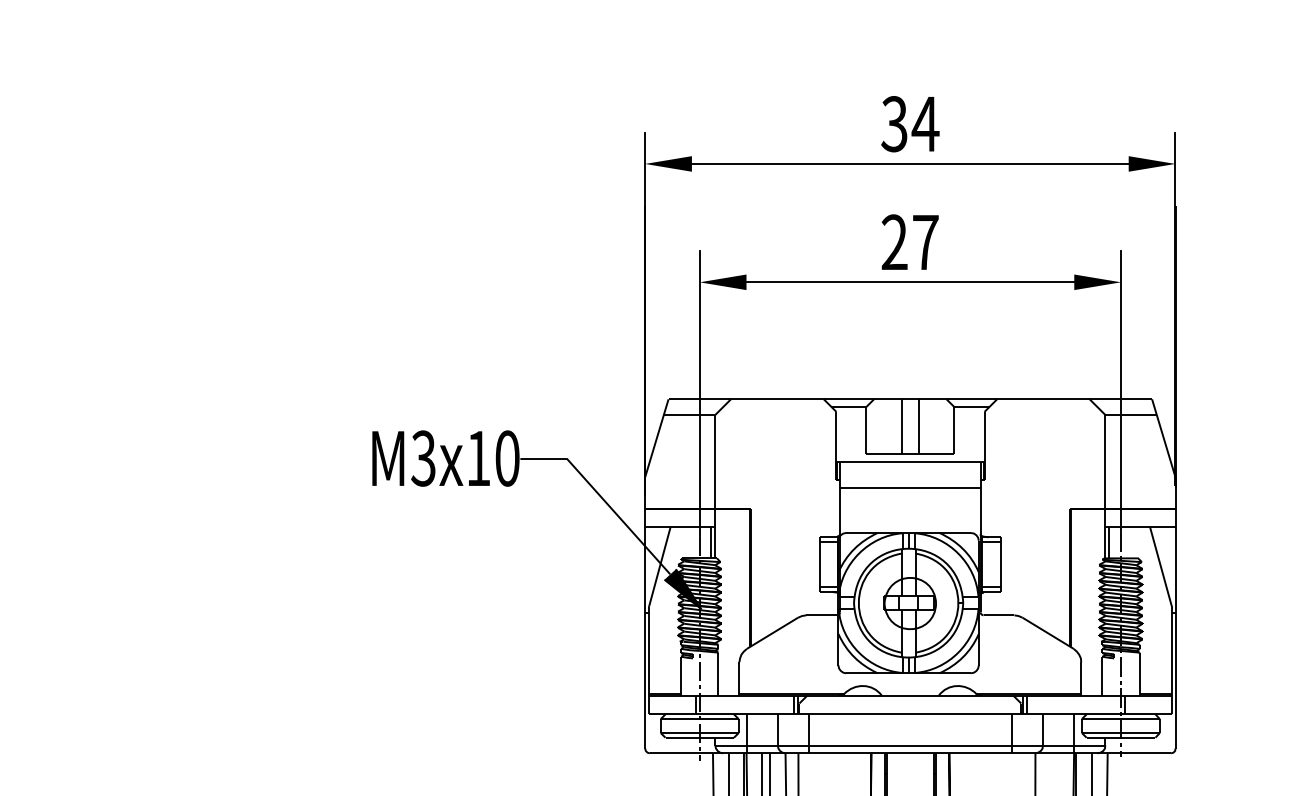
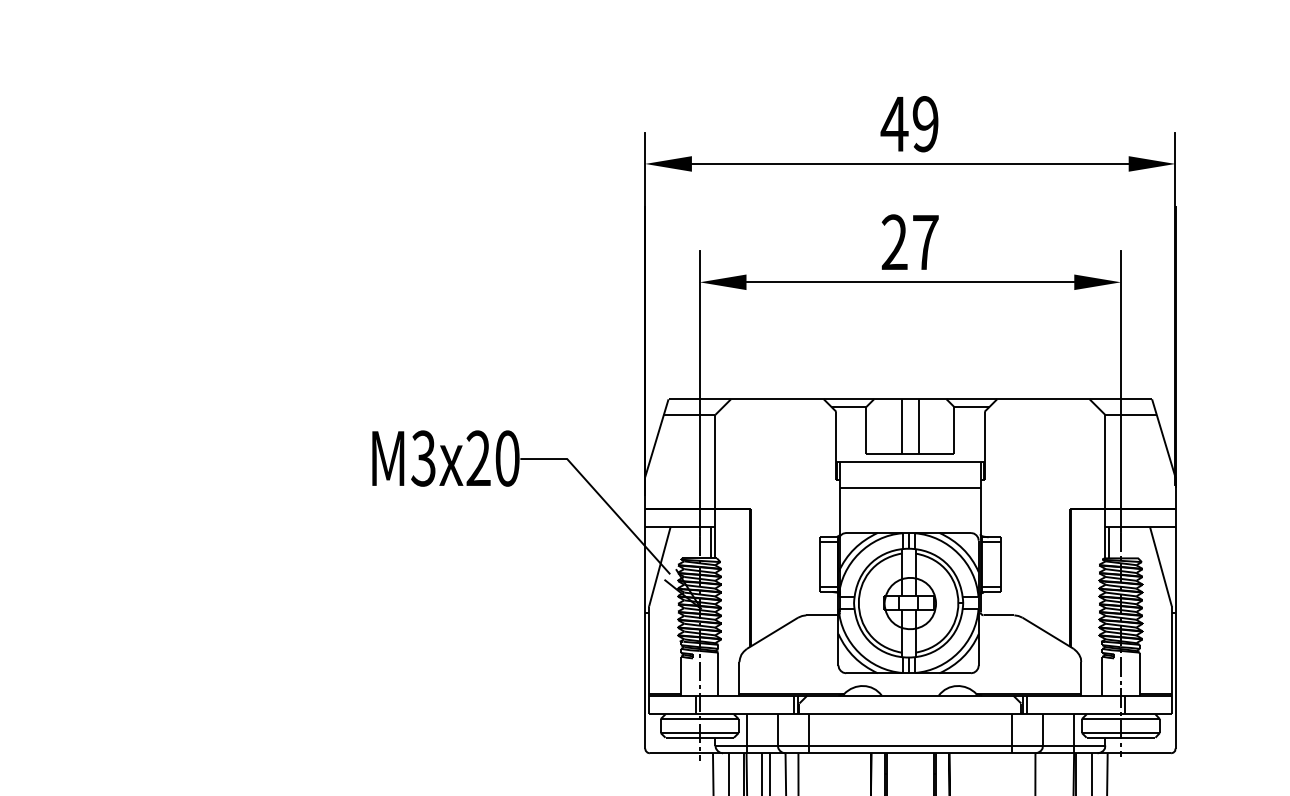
text at (909, 124): 34 -> 49
text at (478, 457): M3x10 -> M3x20
fill at (682, 589): present -> none
